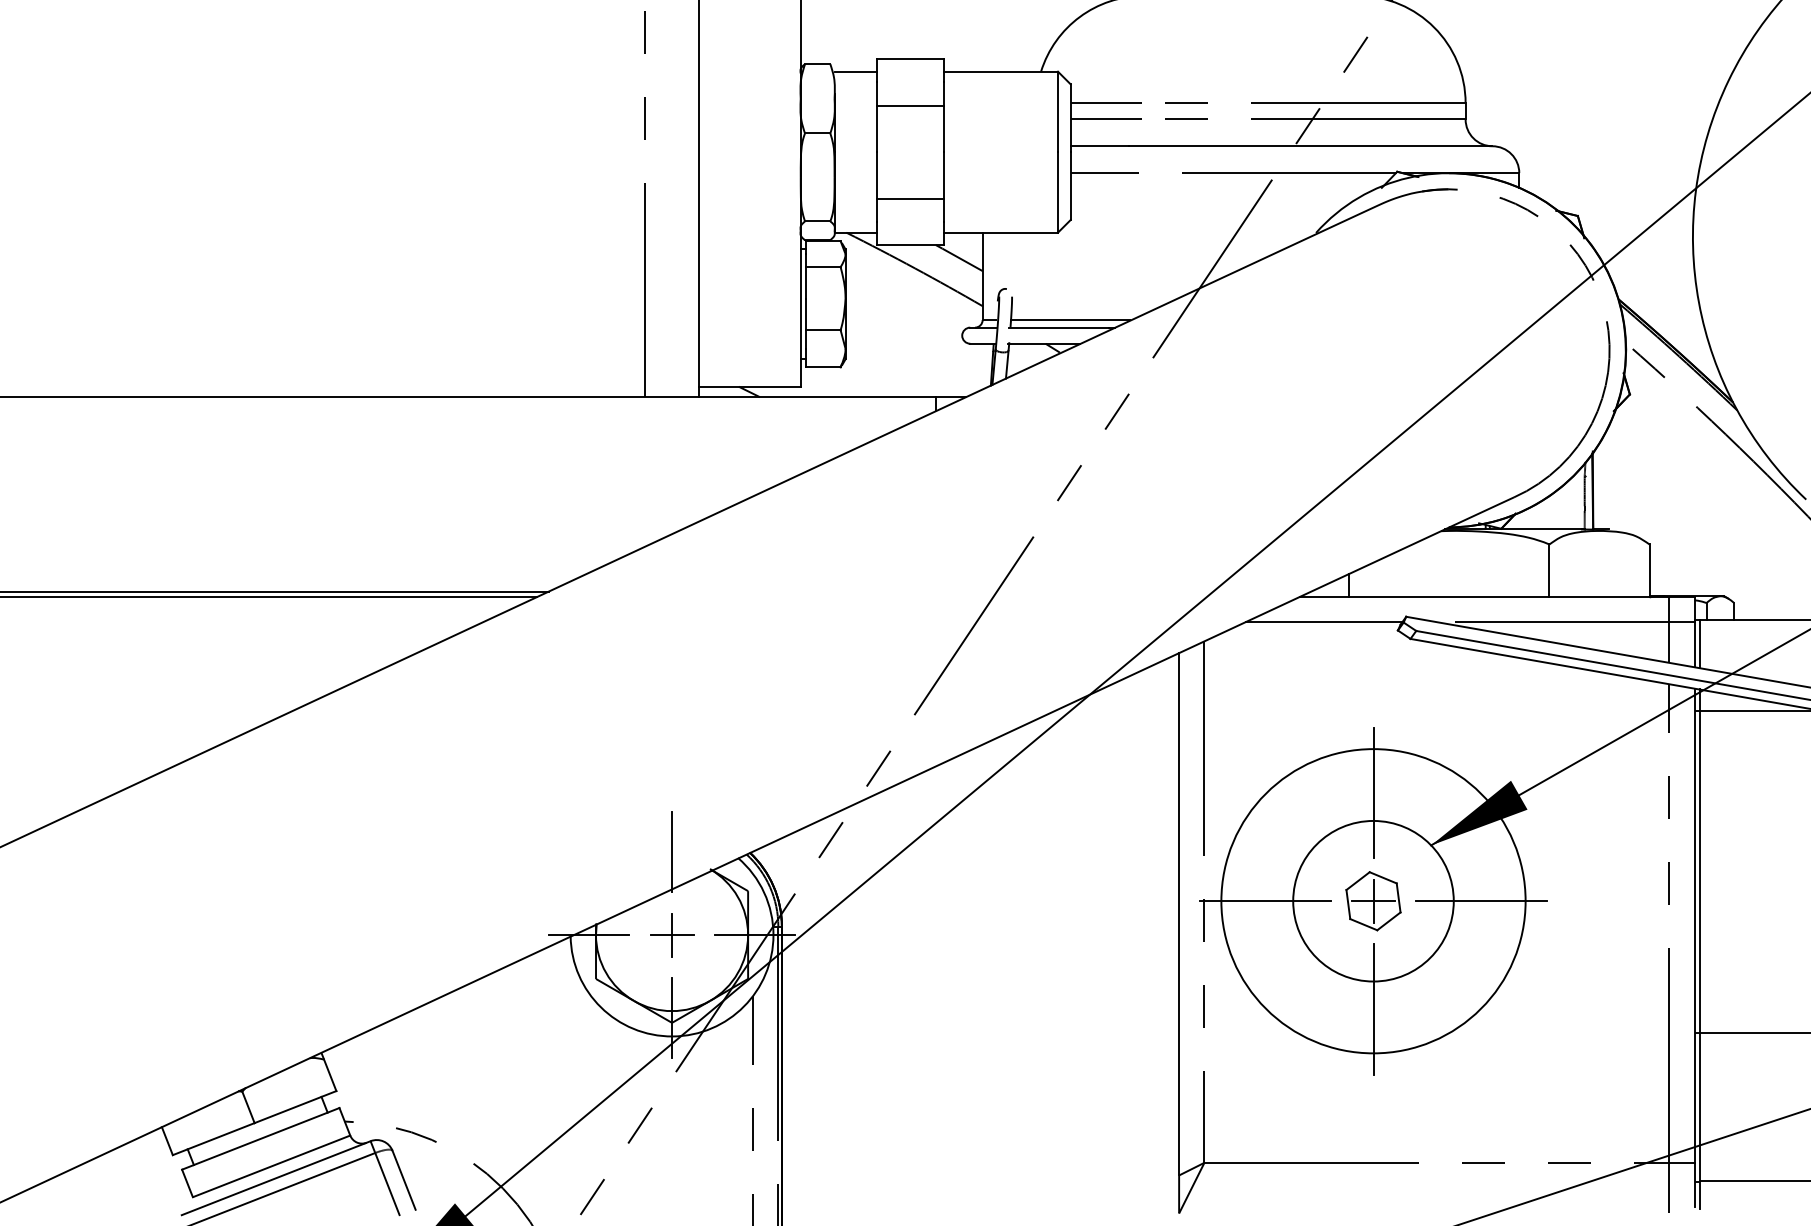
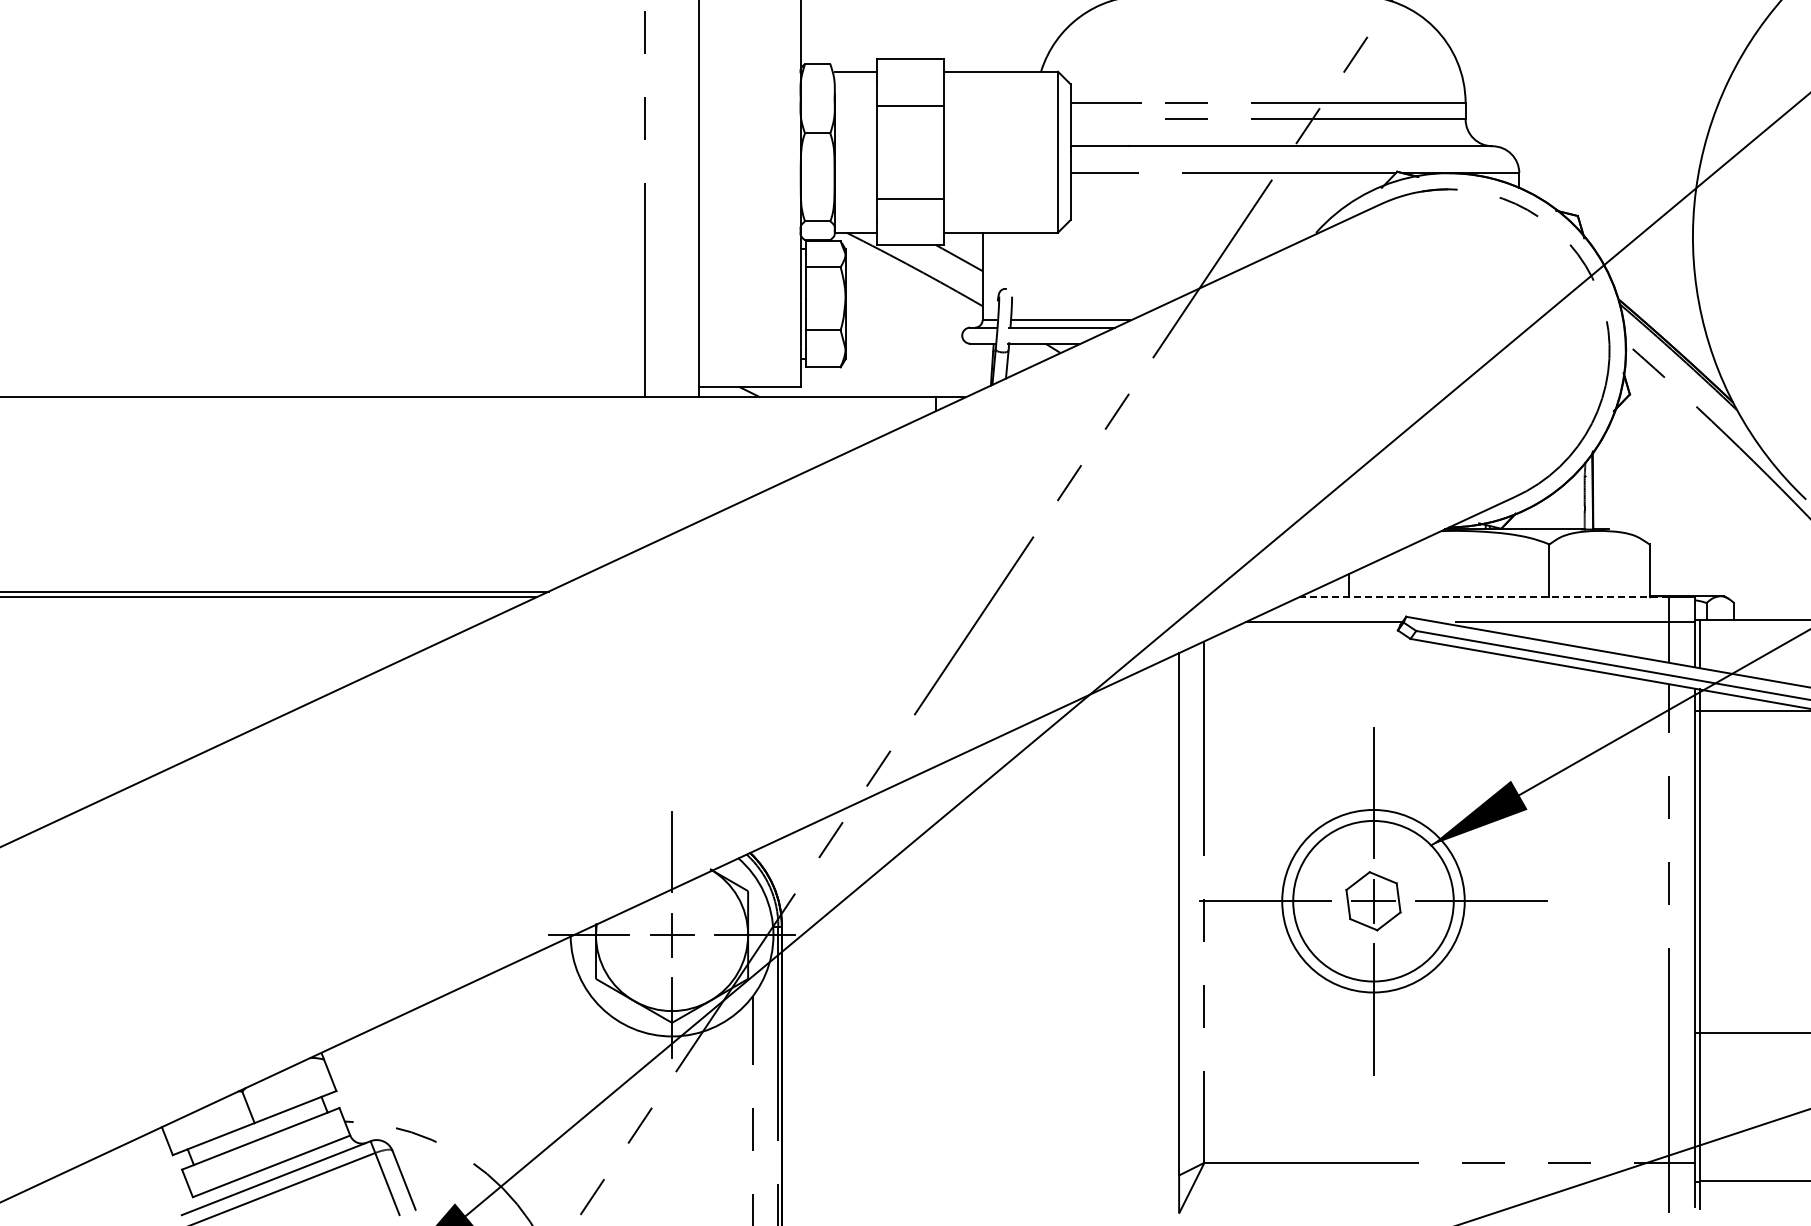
line at (1106, 119): present -> none
line at (1484, 597): solid -> dashed
circle at (1373, 901) diameter: 304 px -> 183 px
